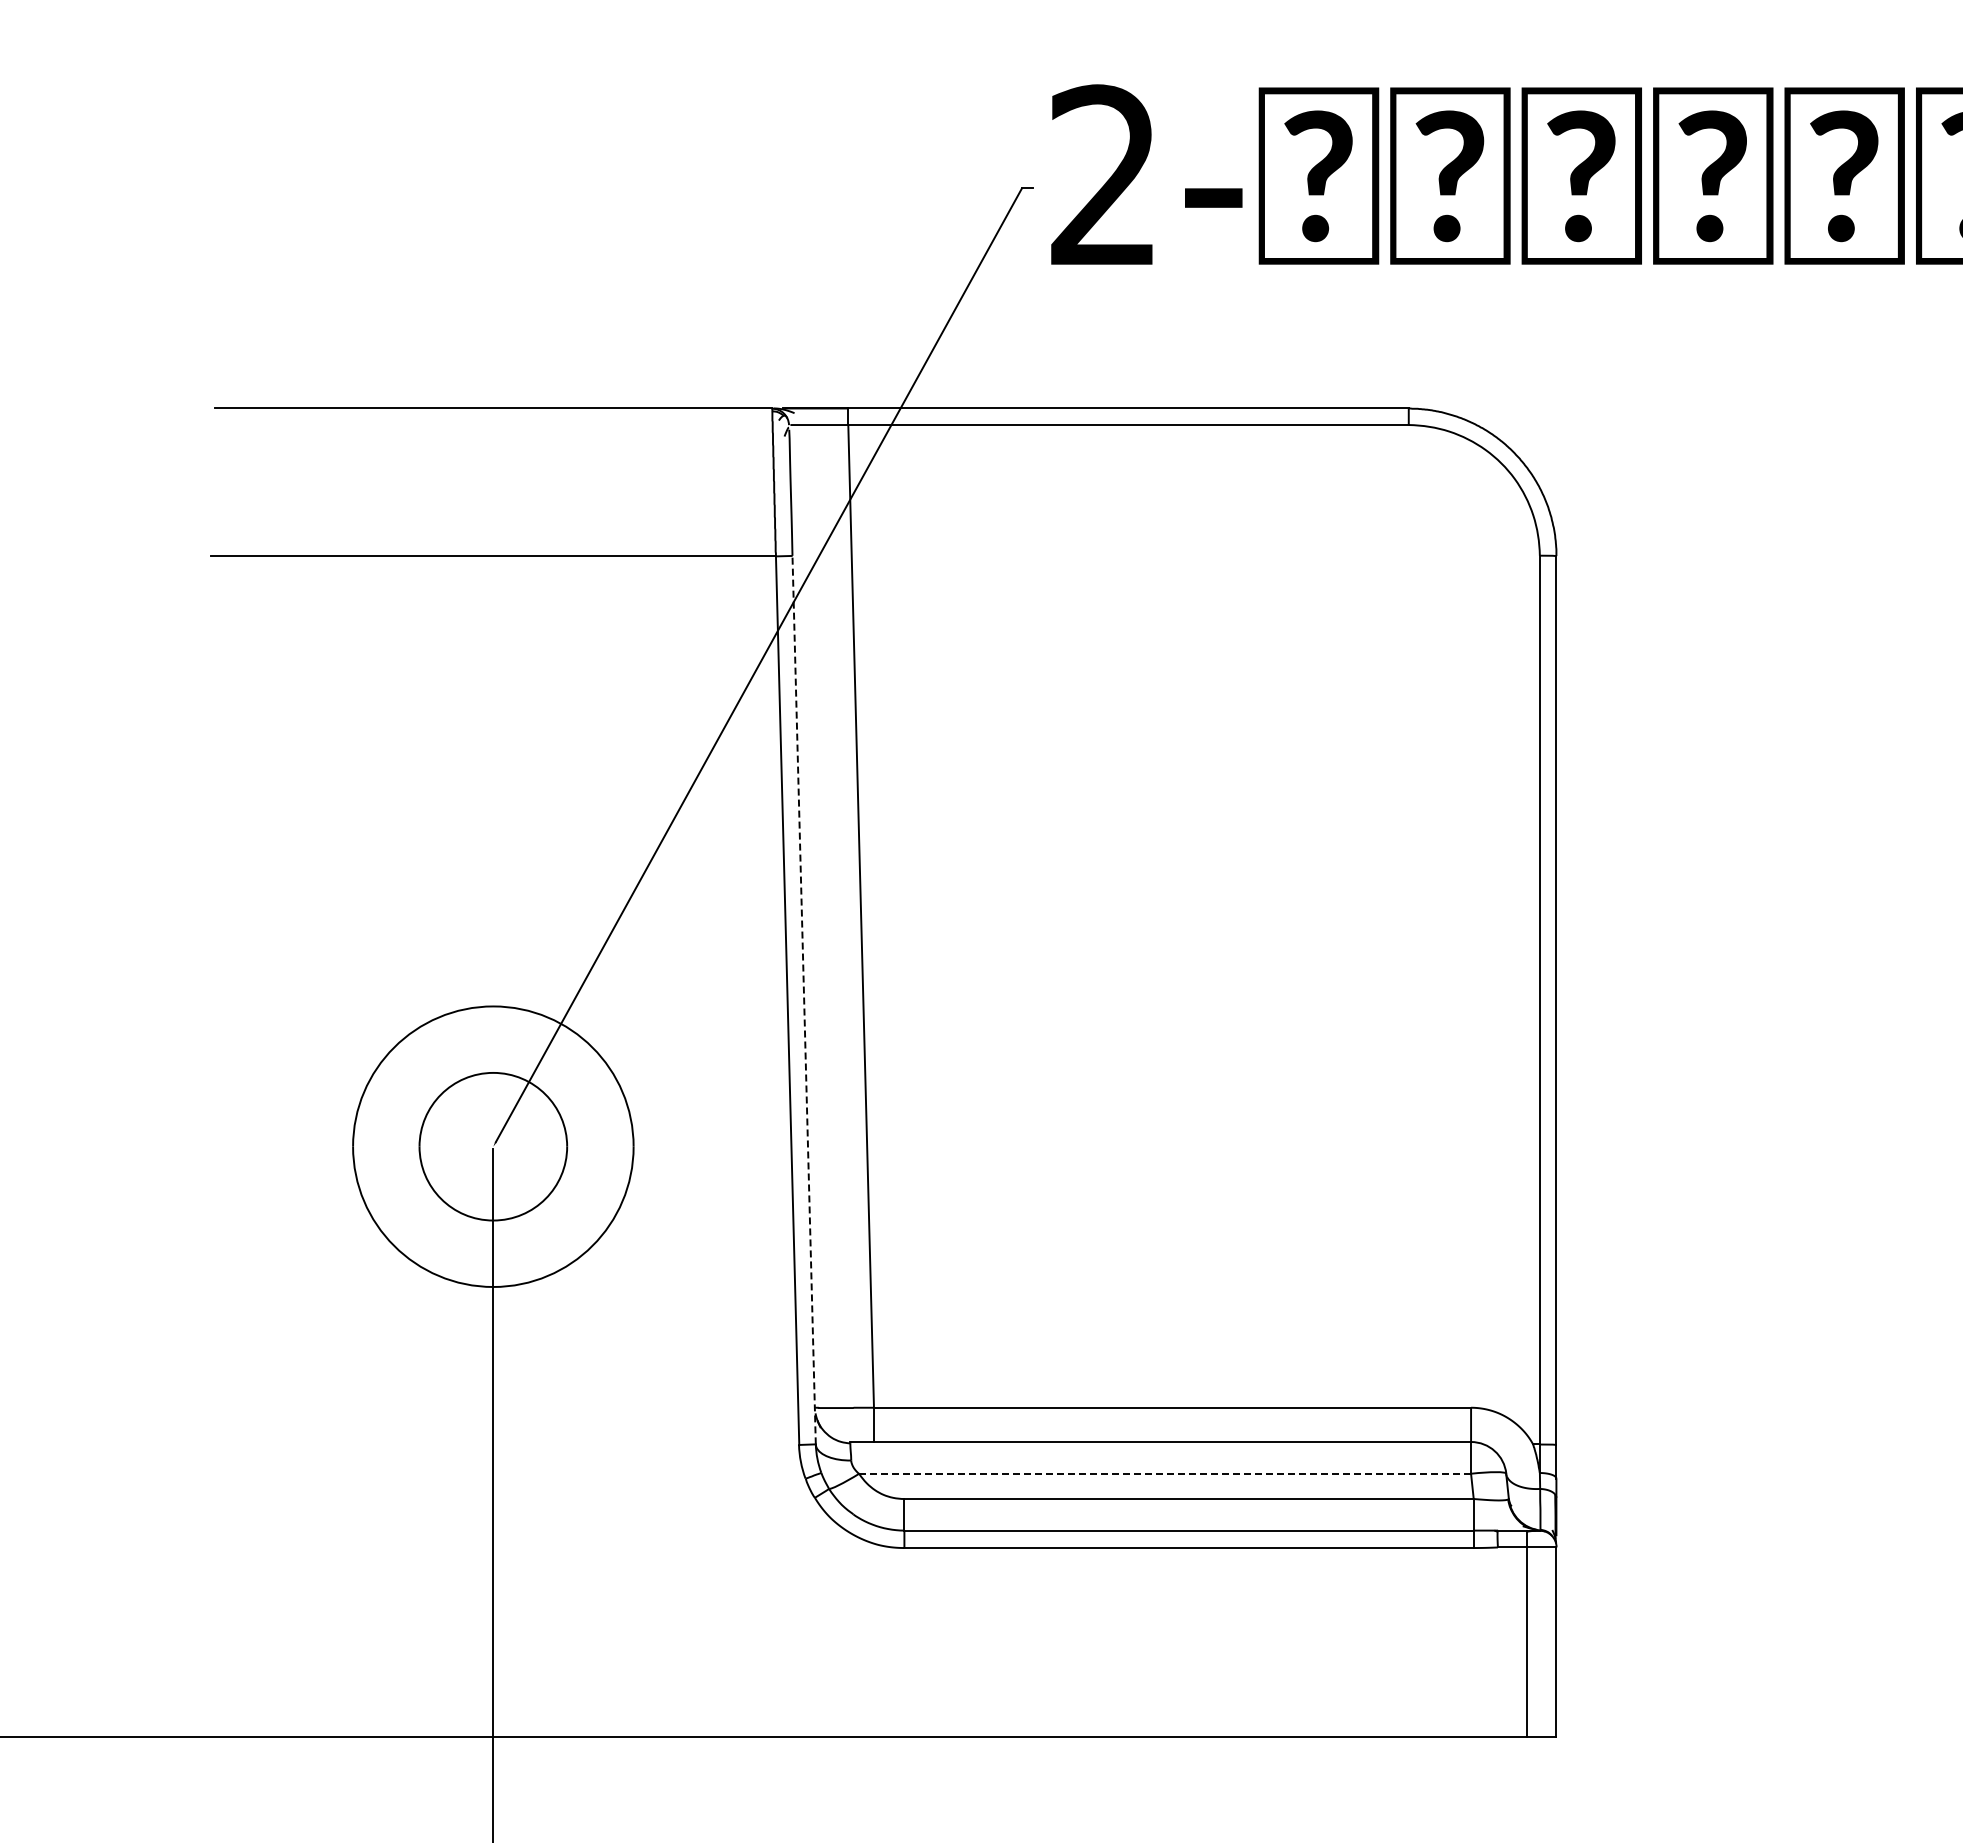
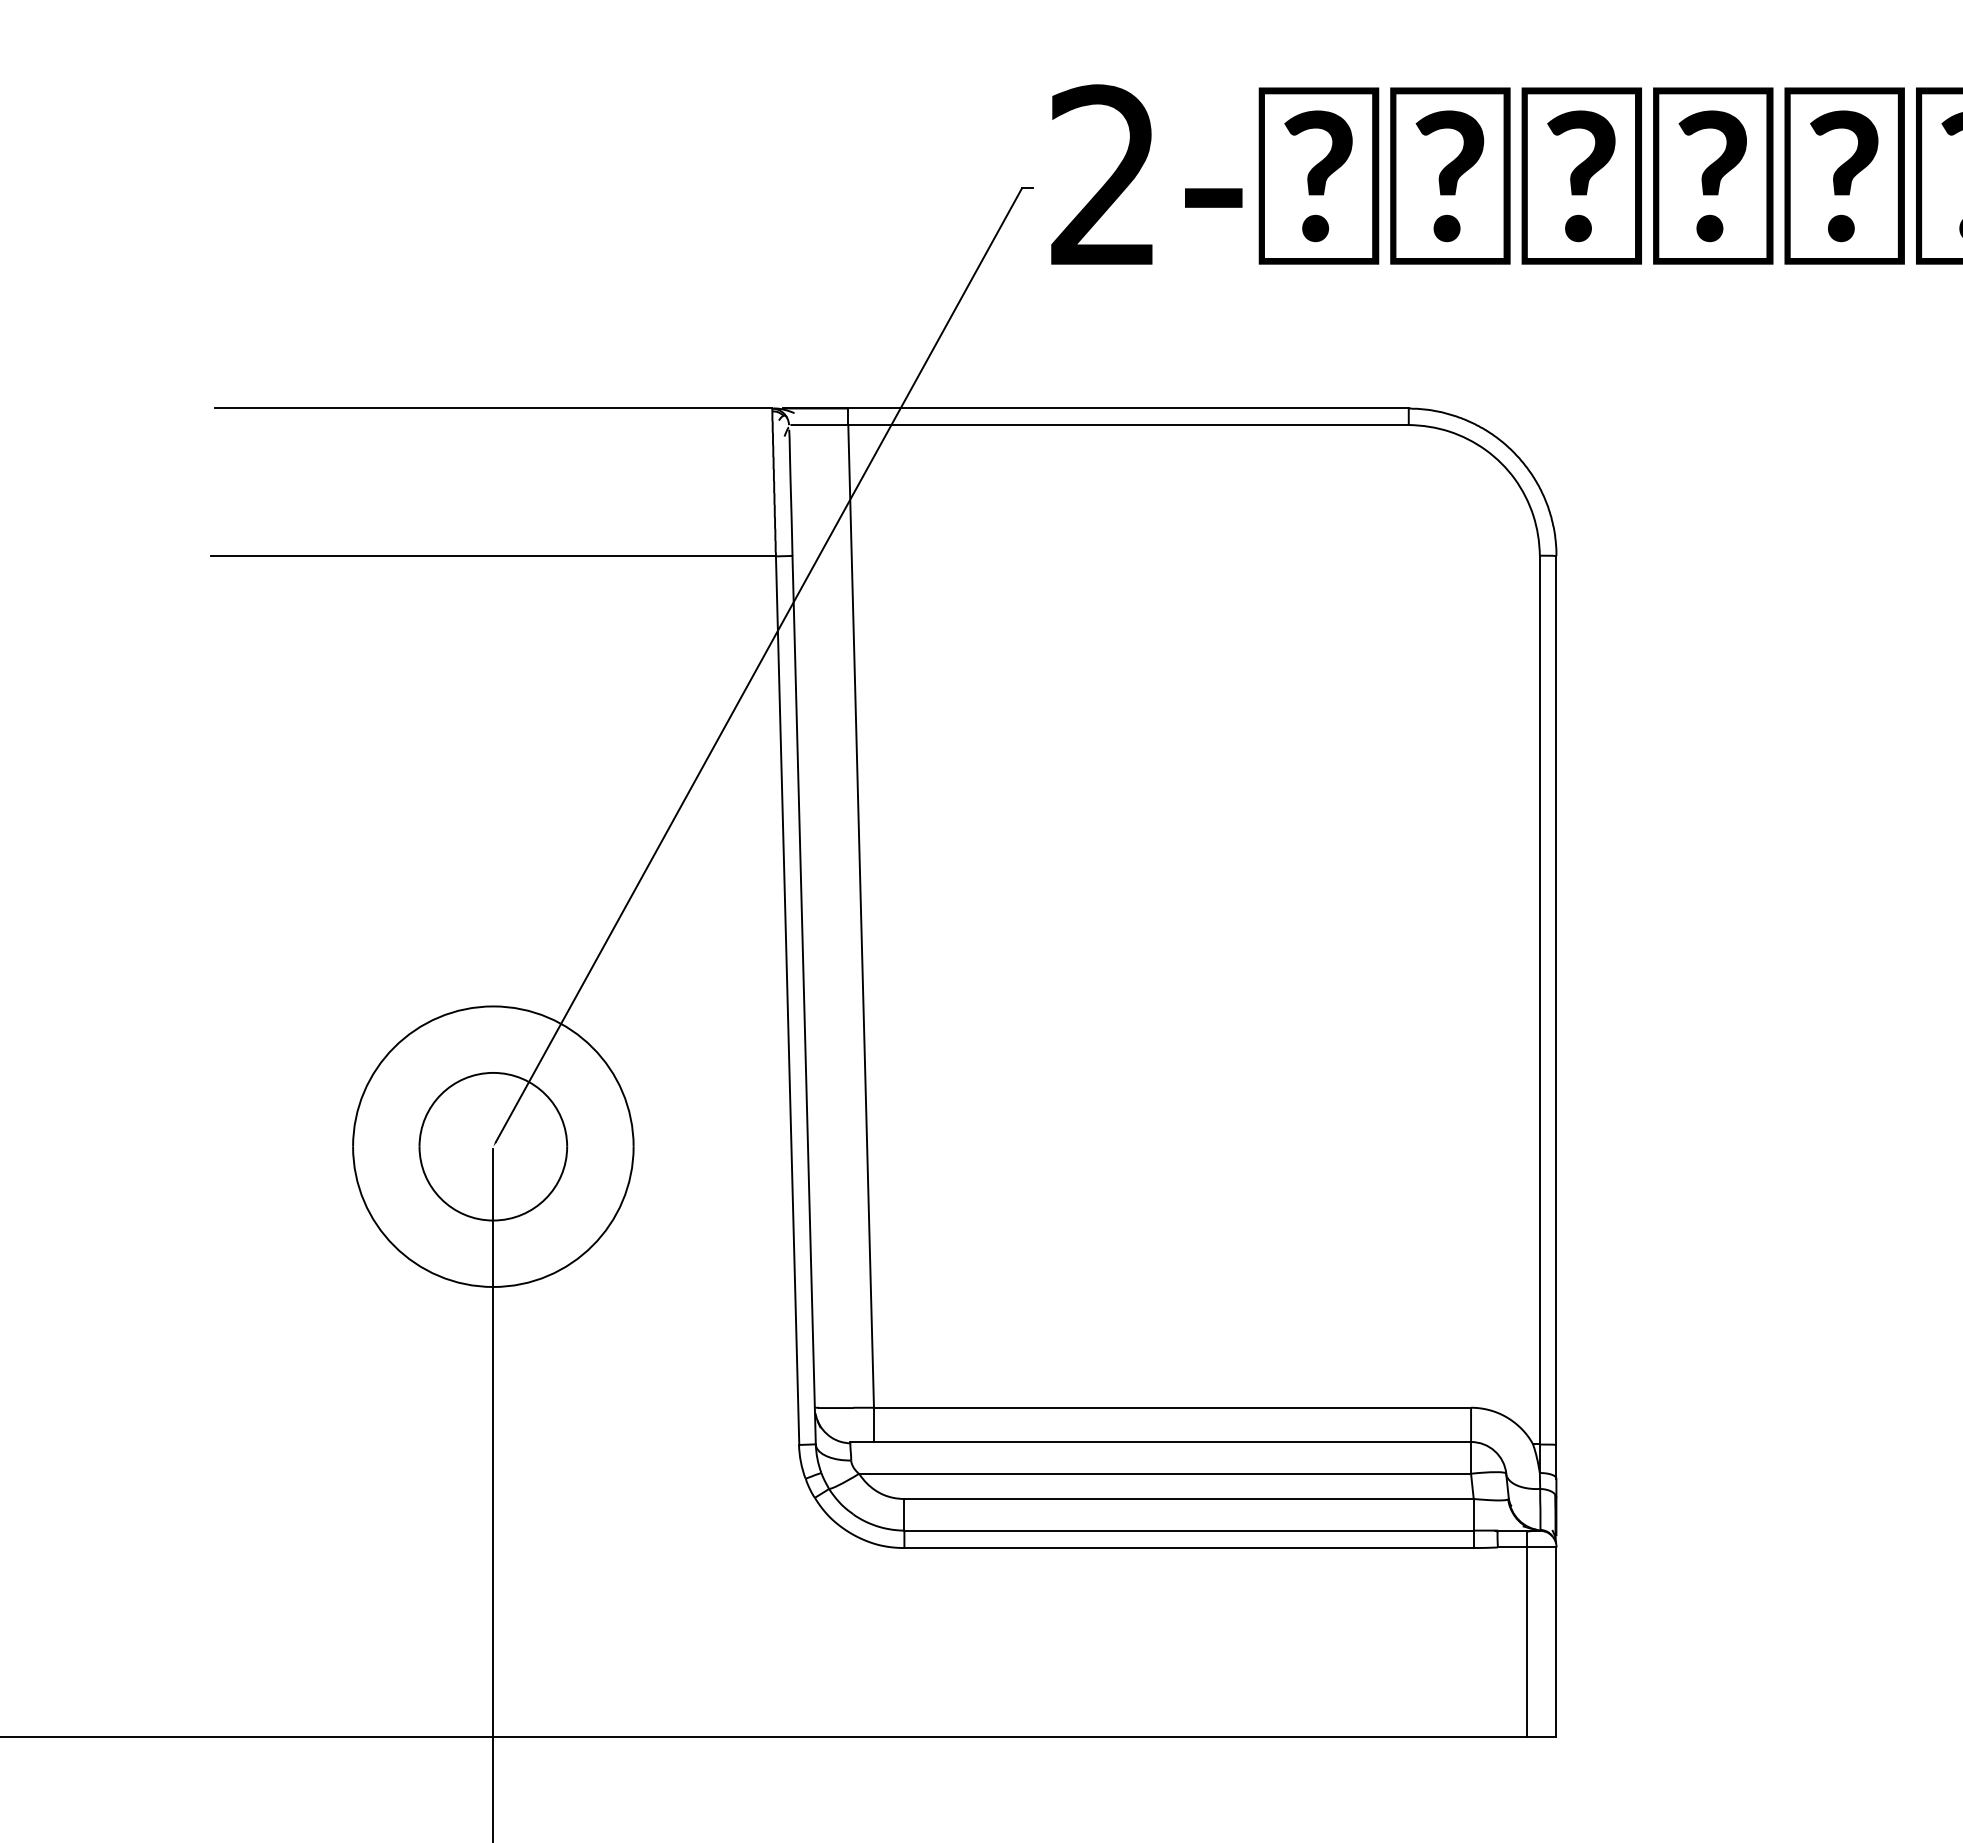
line at (804, 999): dashed -> solid
line at (1165, 1473): dashed -> solid
